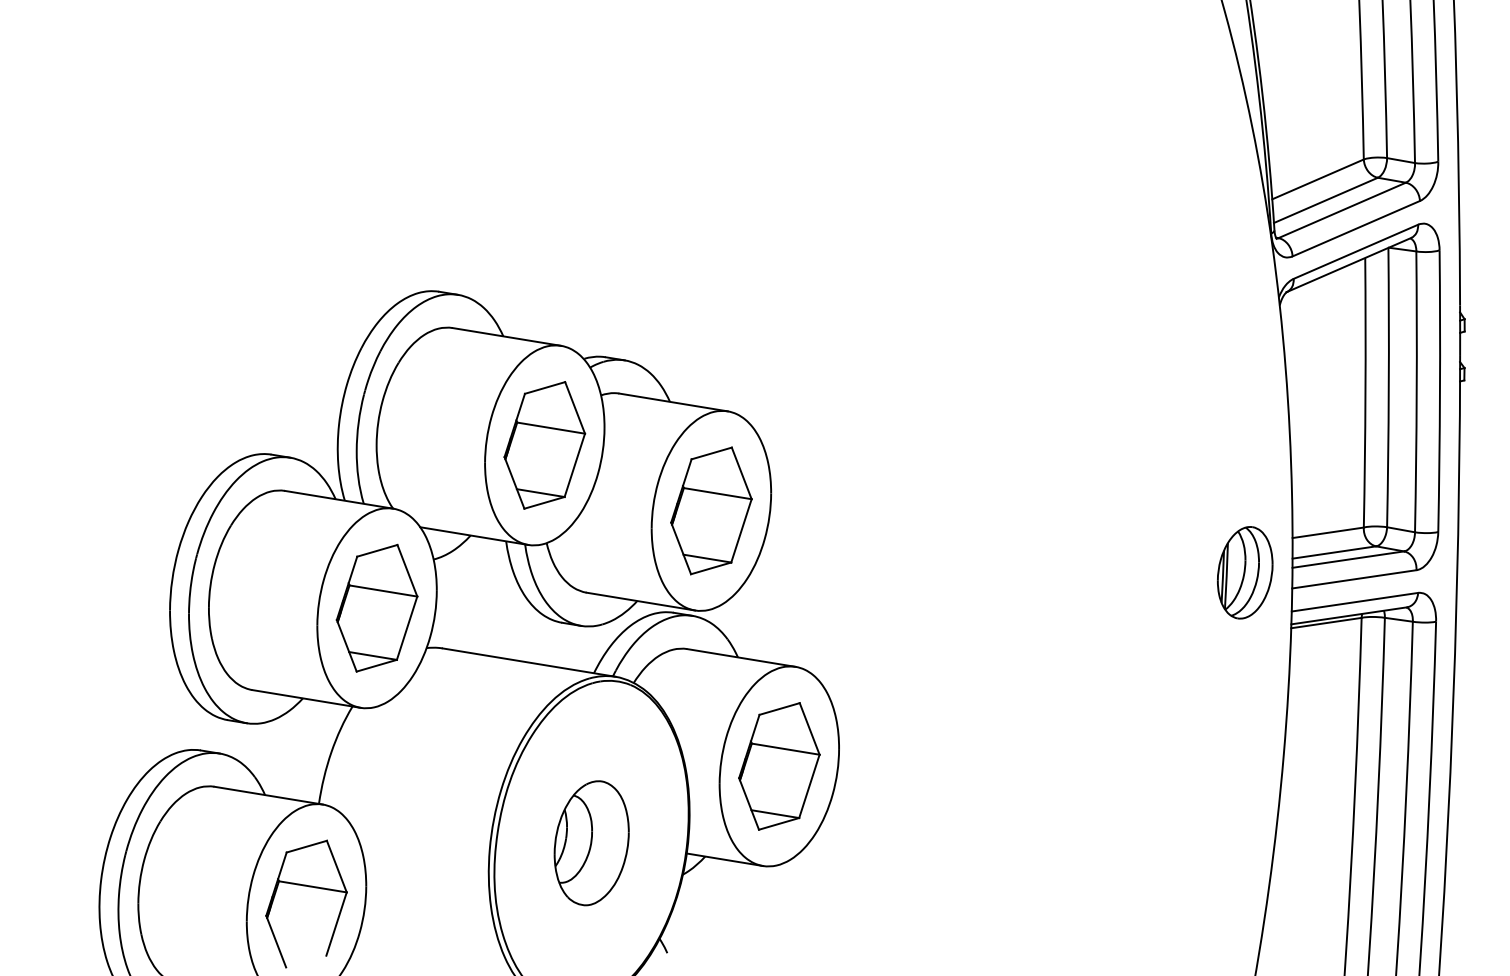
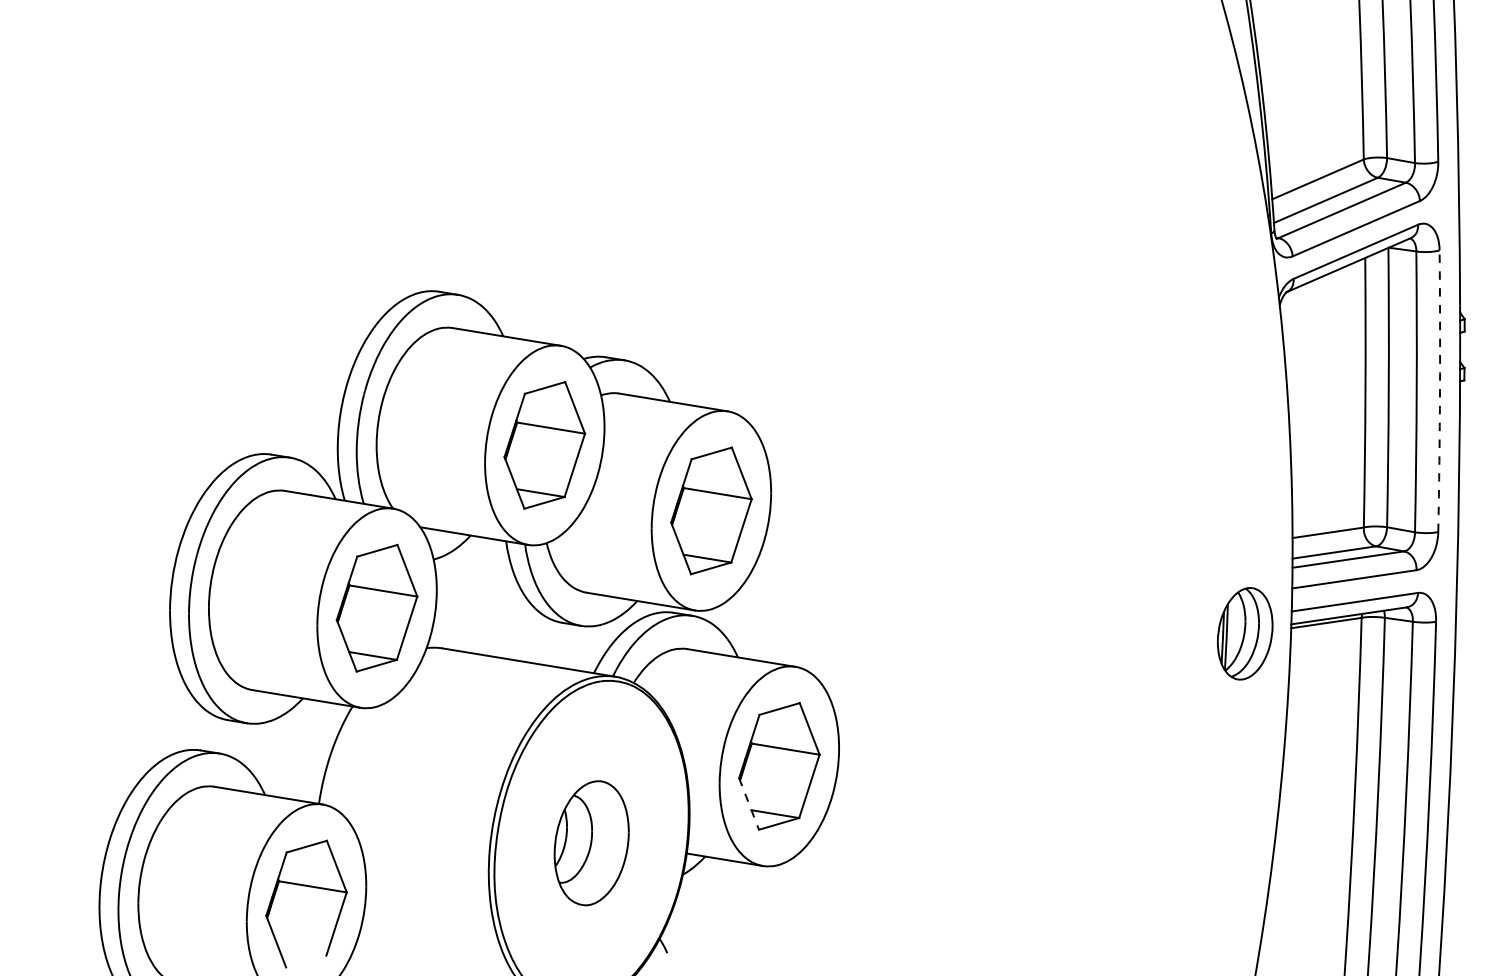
arc at (1440, 391): solid -> dashed
part at (1245, 572) position: (1245, 572) -> (1245, 633)
line at (749, 803): solid -> dashed
